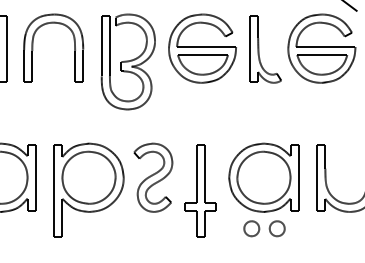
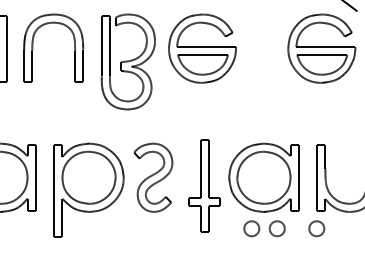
part at (265, 49): present -> none
part at (200, 190) position: (200, 190) -> (204, 185)
part at (316, 228): none -> present
